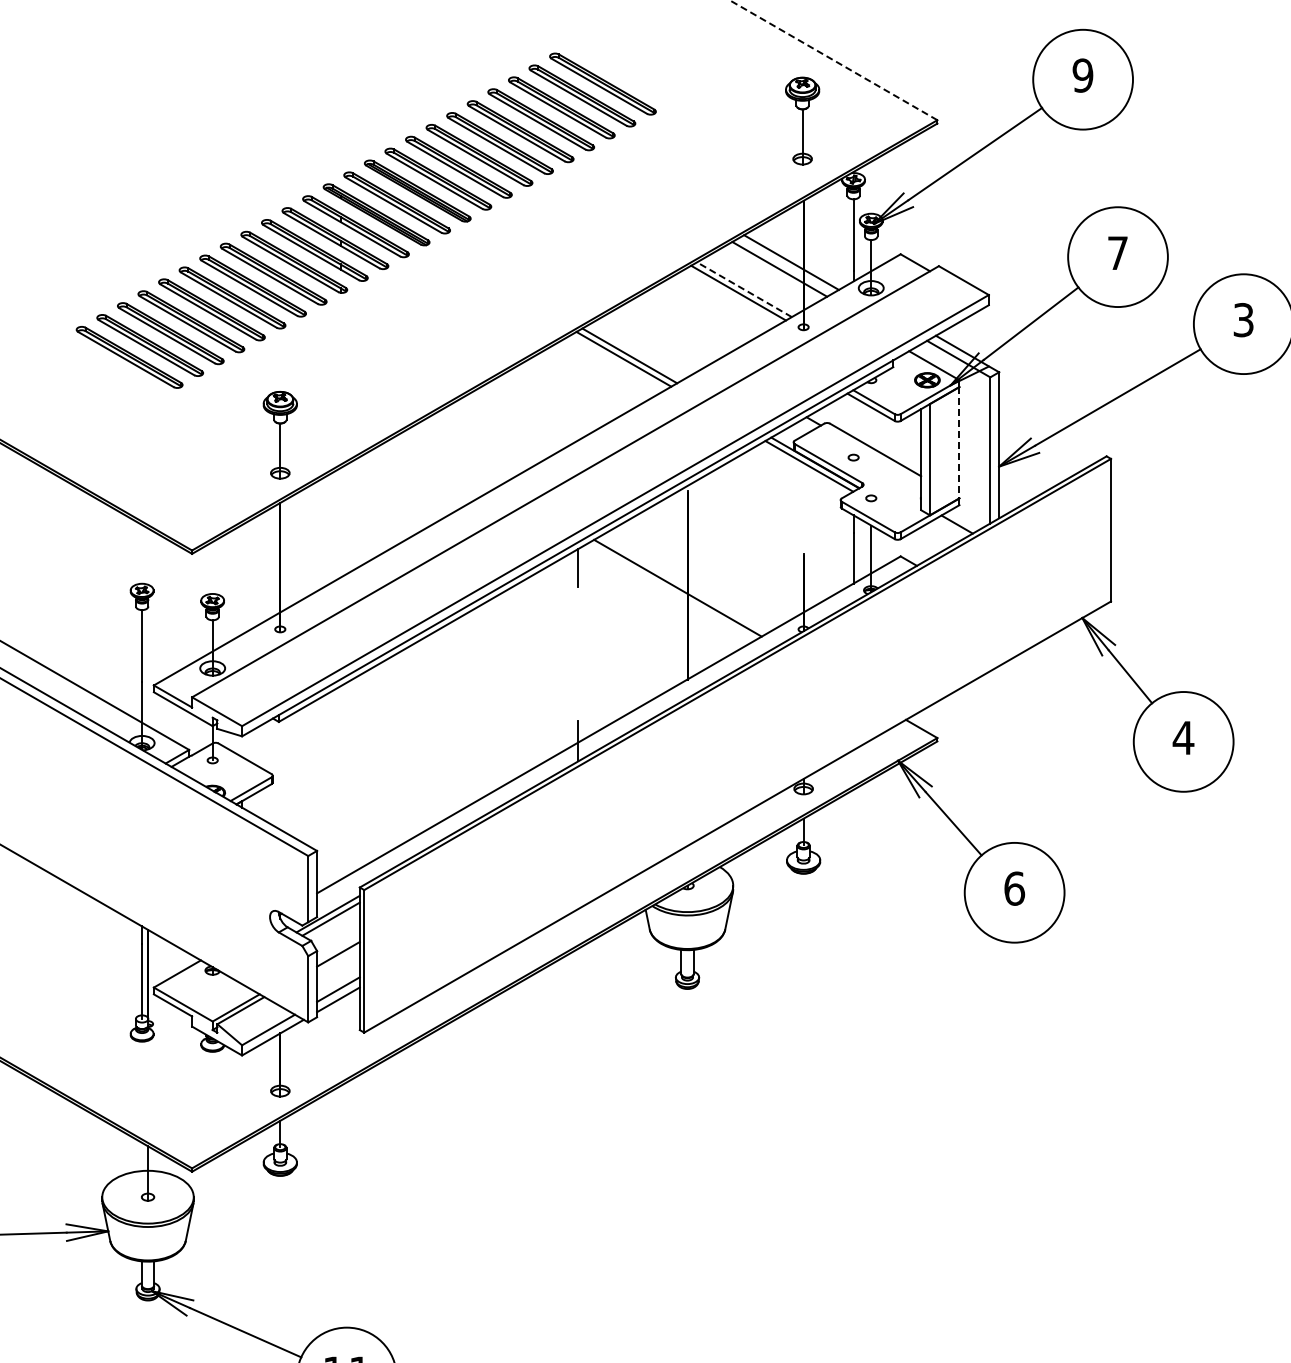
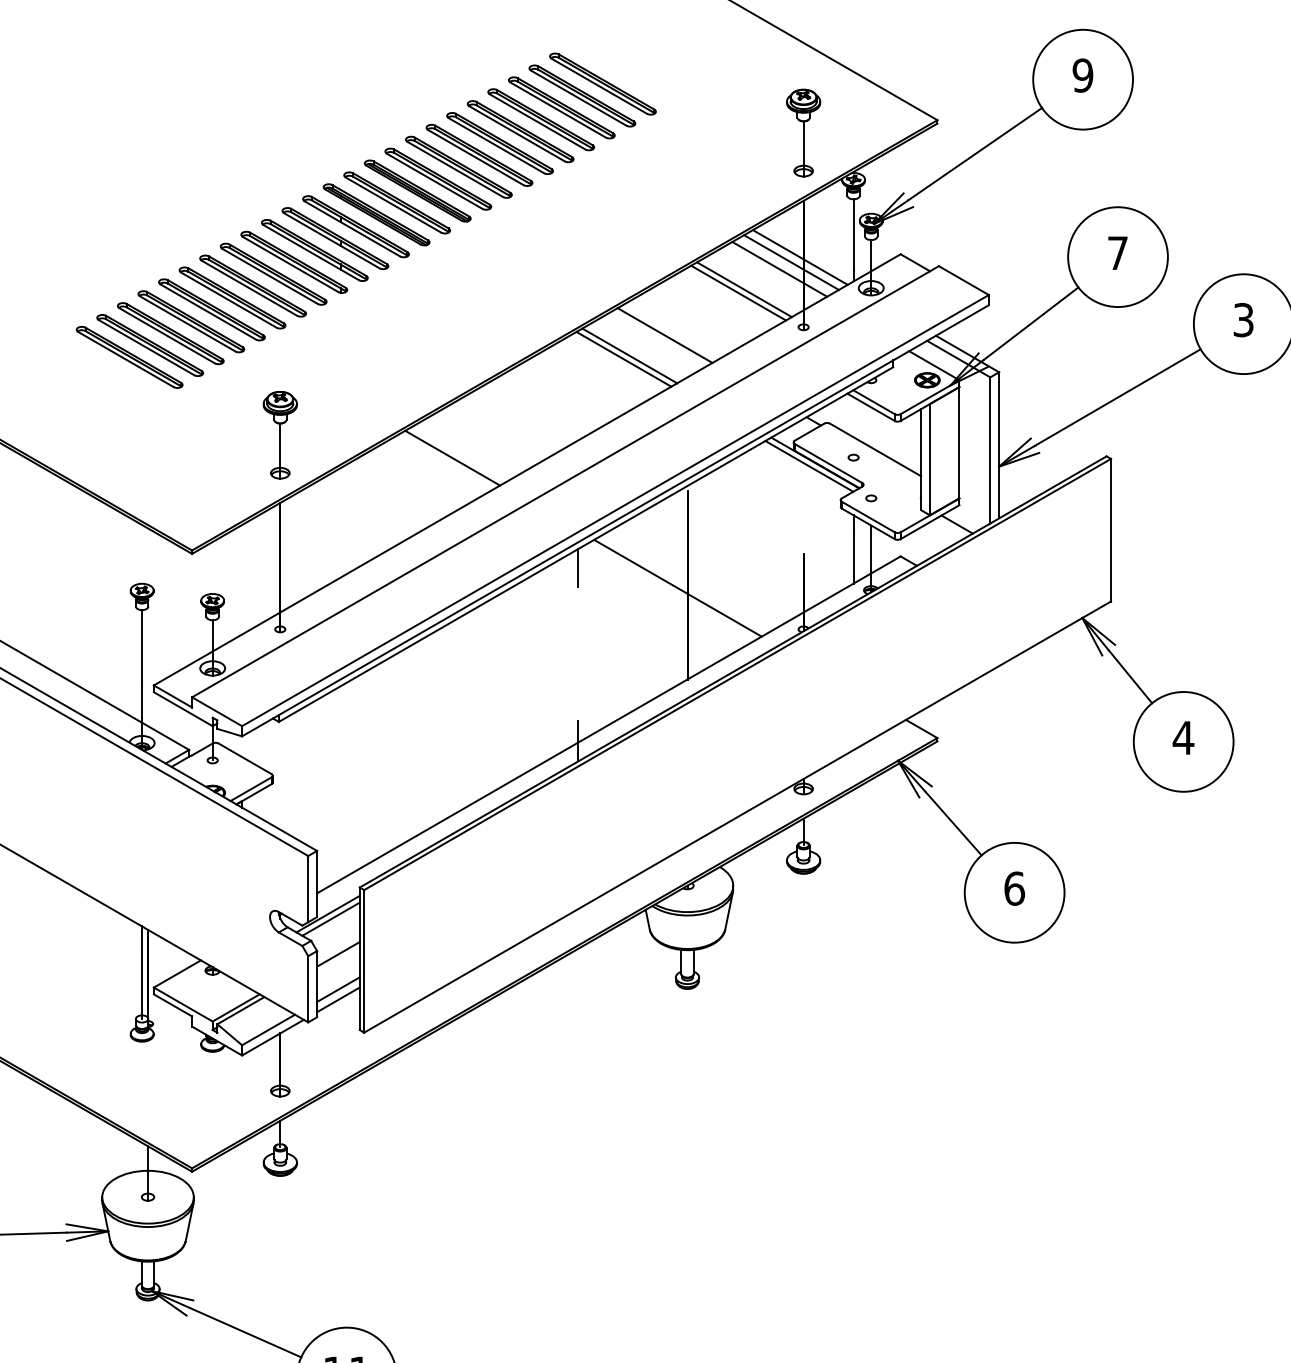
line at (833, 60): dashed -> solid
part at (802, 120) position: (802, 120) -> (803, 132)
line at (799, 257): none -> present
line at (744, 289): dashed -> solid
line at (664, 335): none -> present
line at (959, 442): dashed -> solid
line at (452, 457): none -> present
